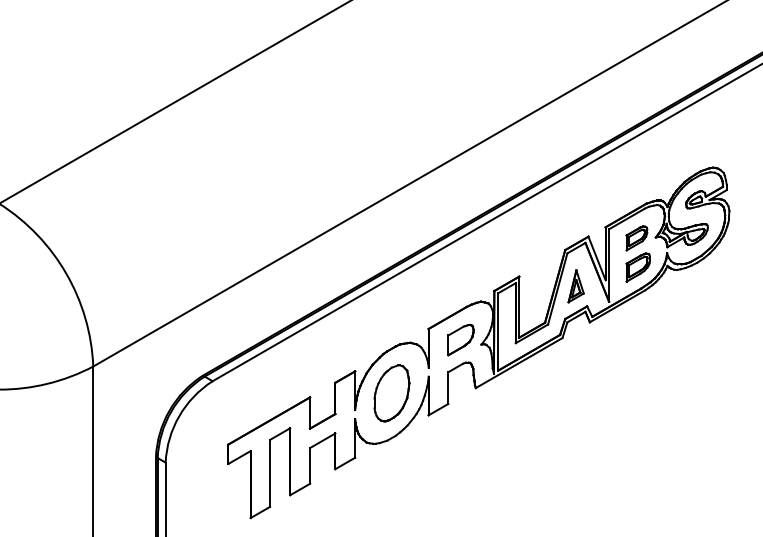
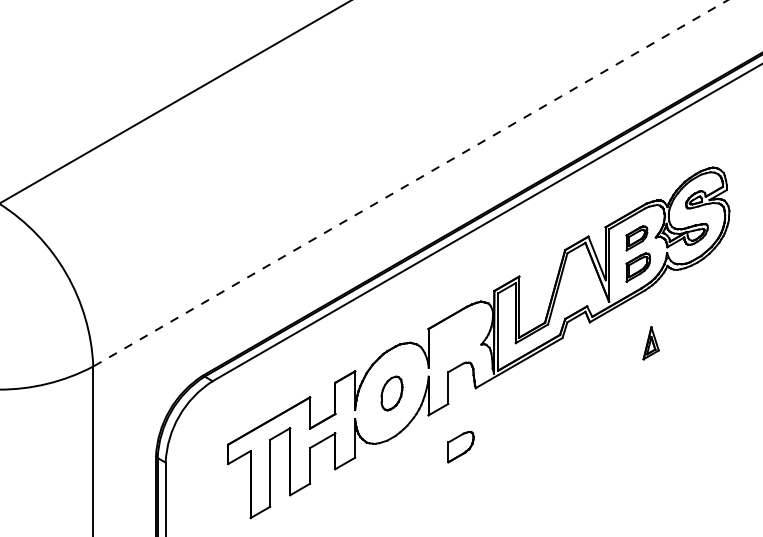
line at (410, 183): solid -> dashed
part at (575, 286) position: (575, 286) -> (650, 343)
part at (460, 339) position: (460, 339) -> (460, 446)
part at (391, 393) size: 38x59 px -> 24x37 px
